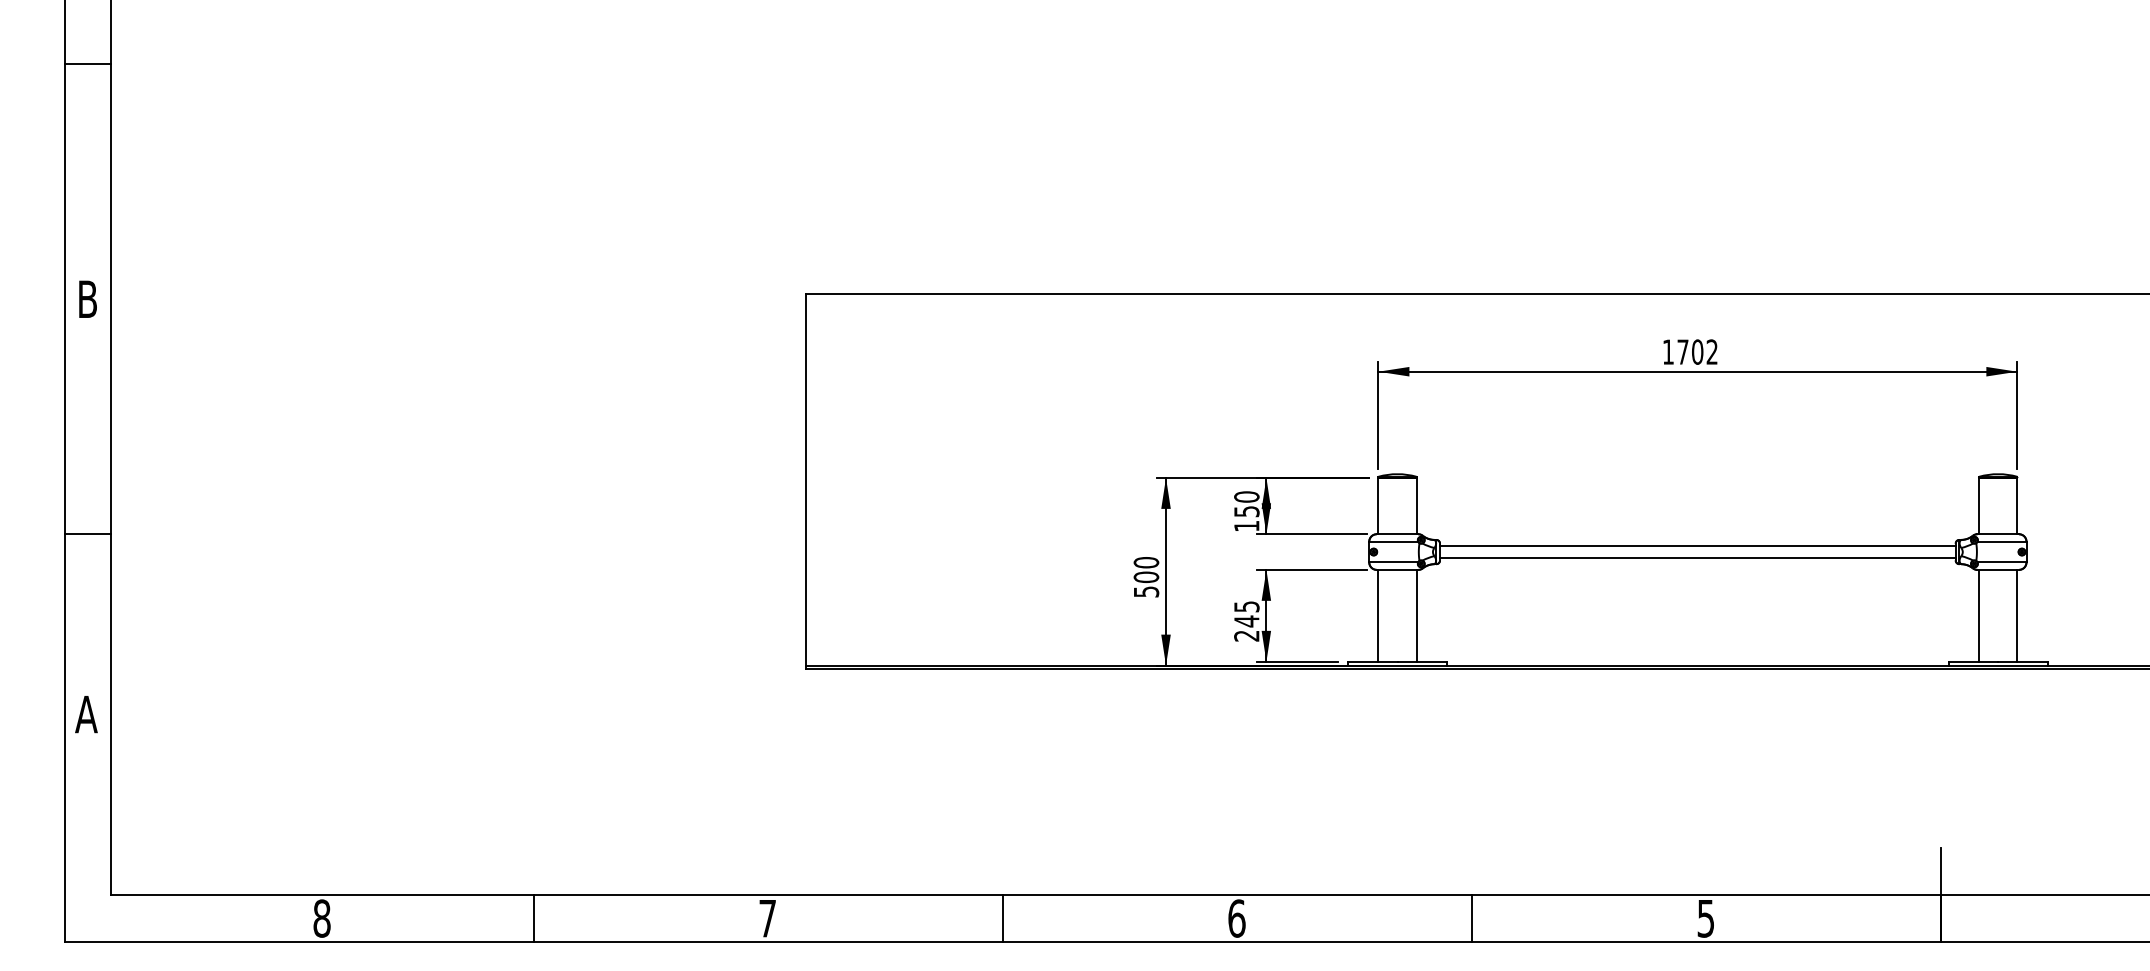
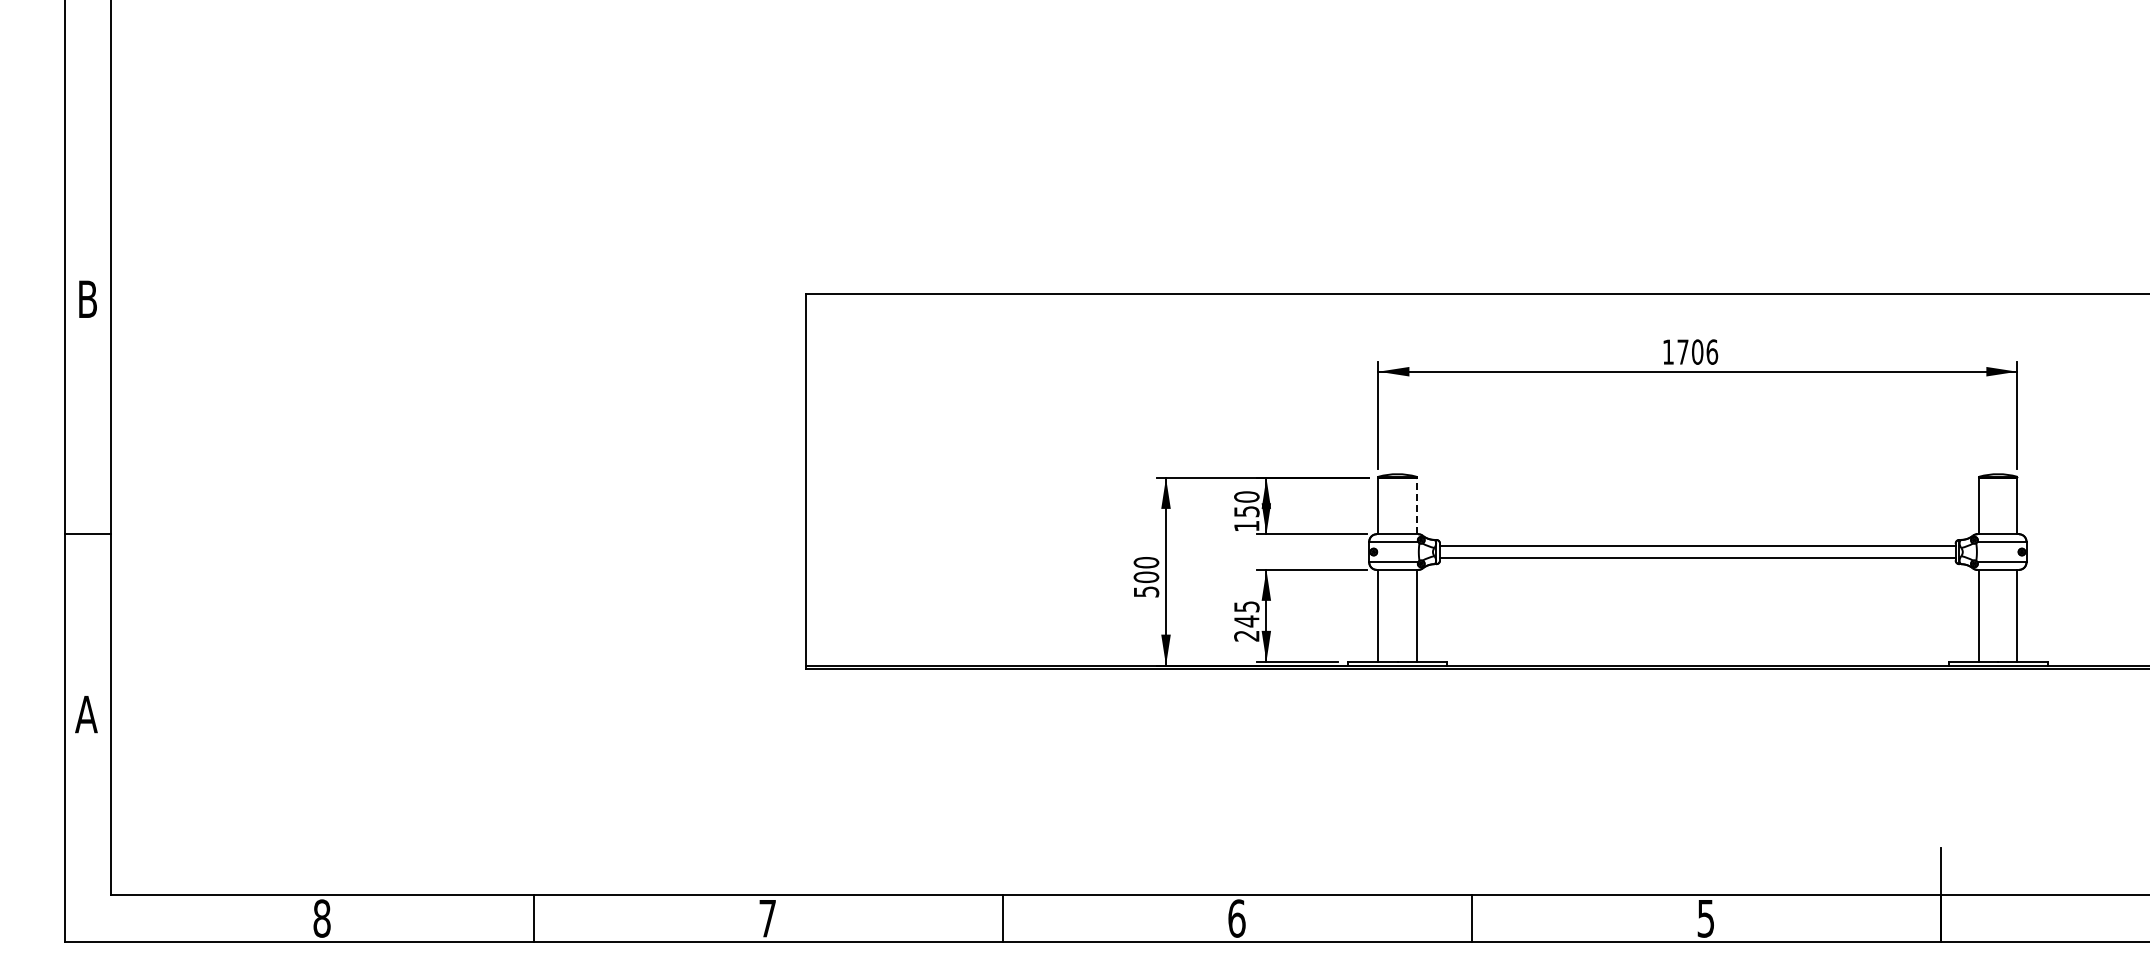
line at (87, 64): present -> none
text at (1712, 351): 1702 -> 1706
line at (1416, 505): solid -> dashed
